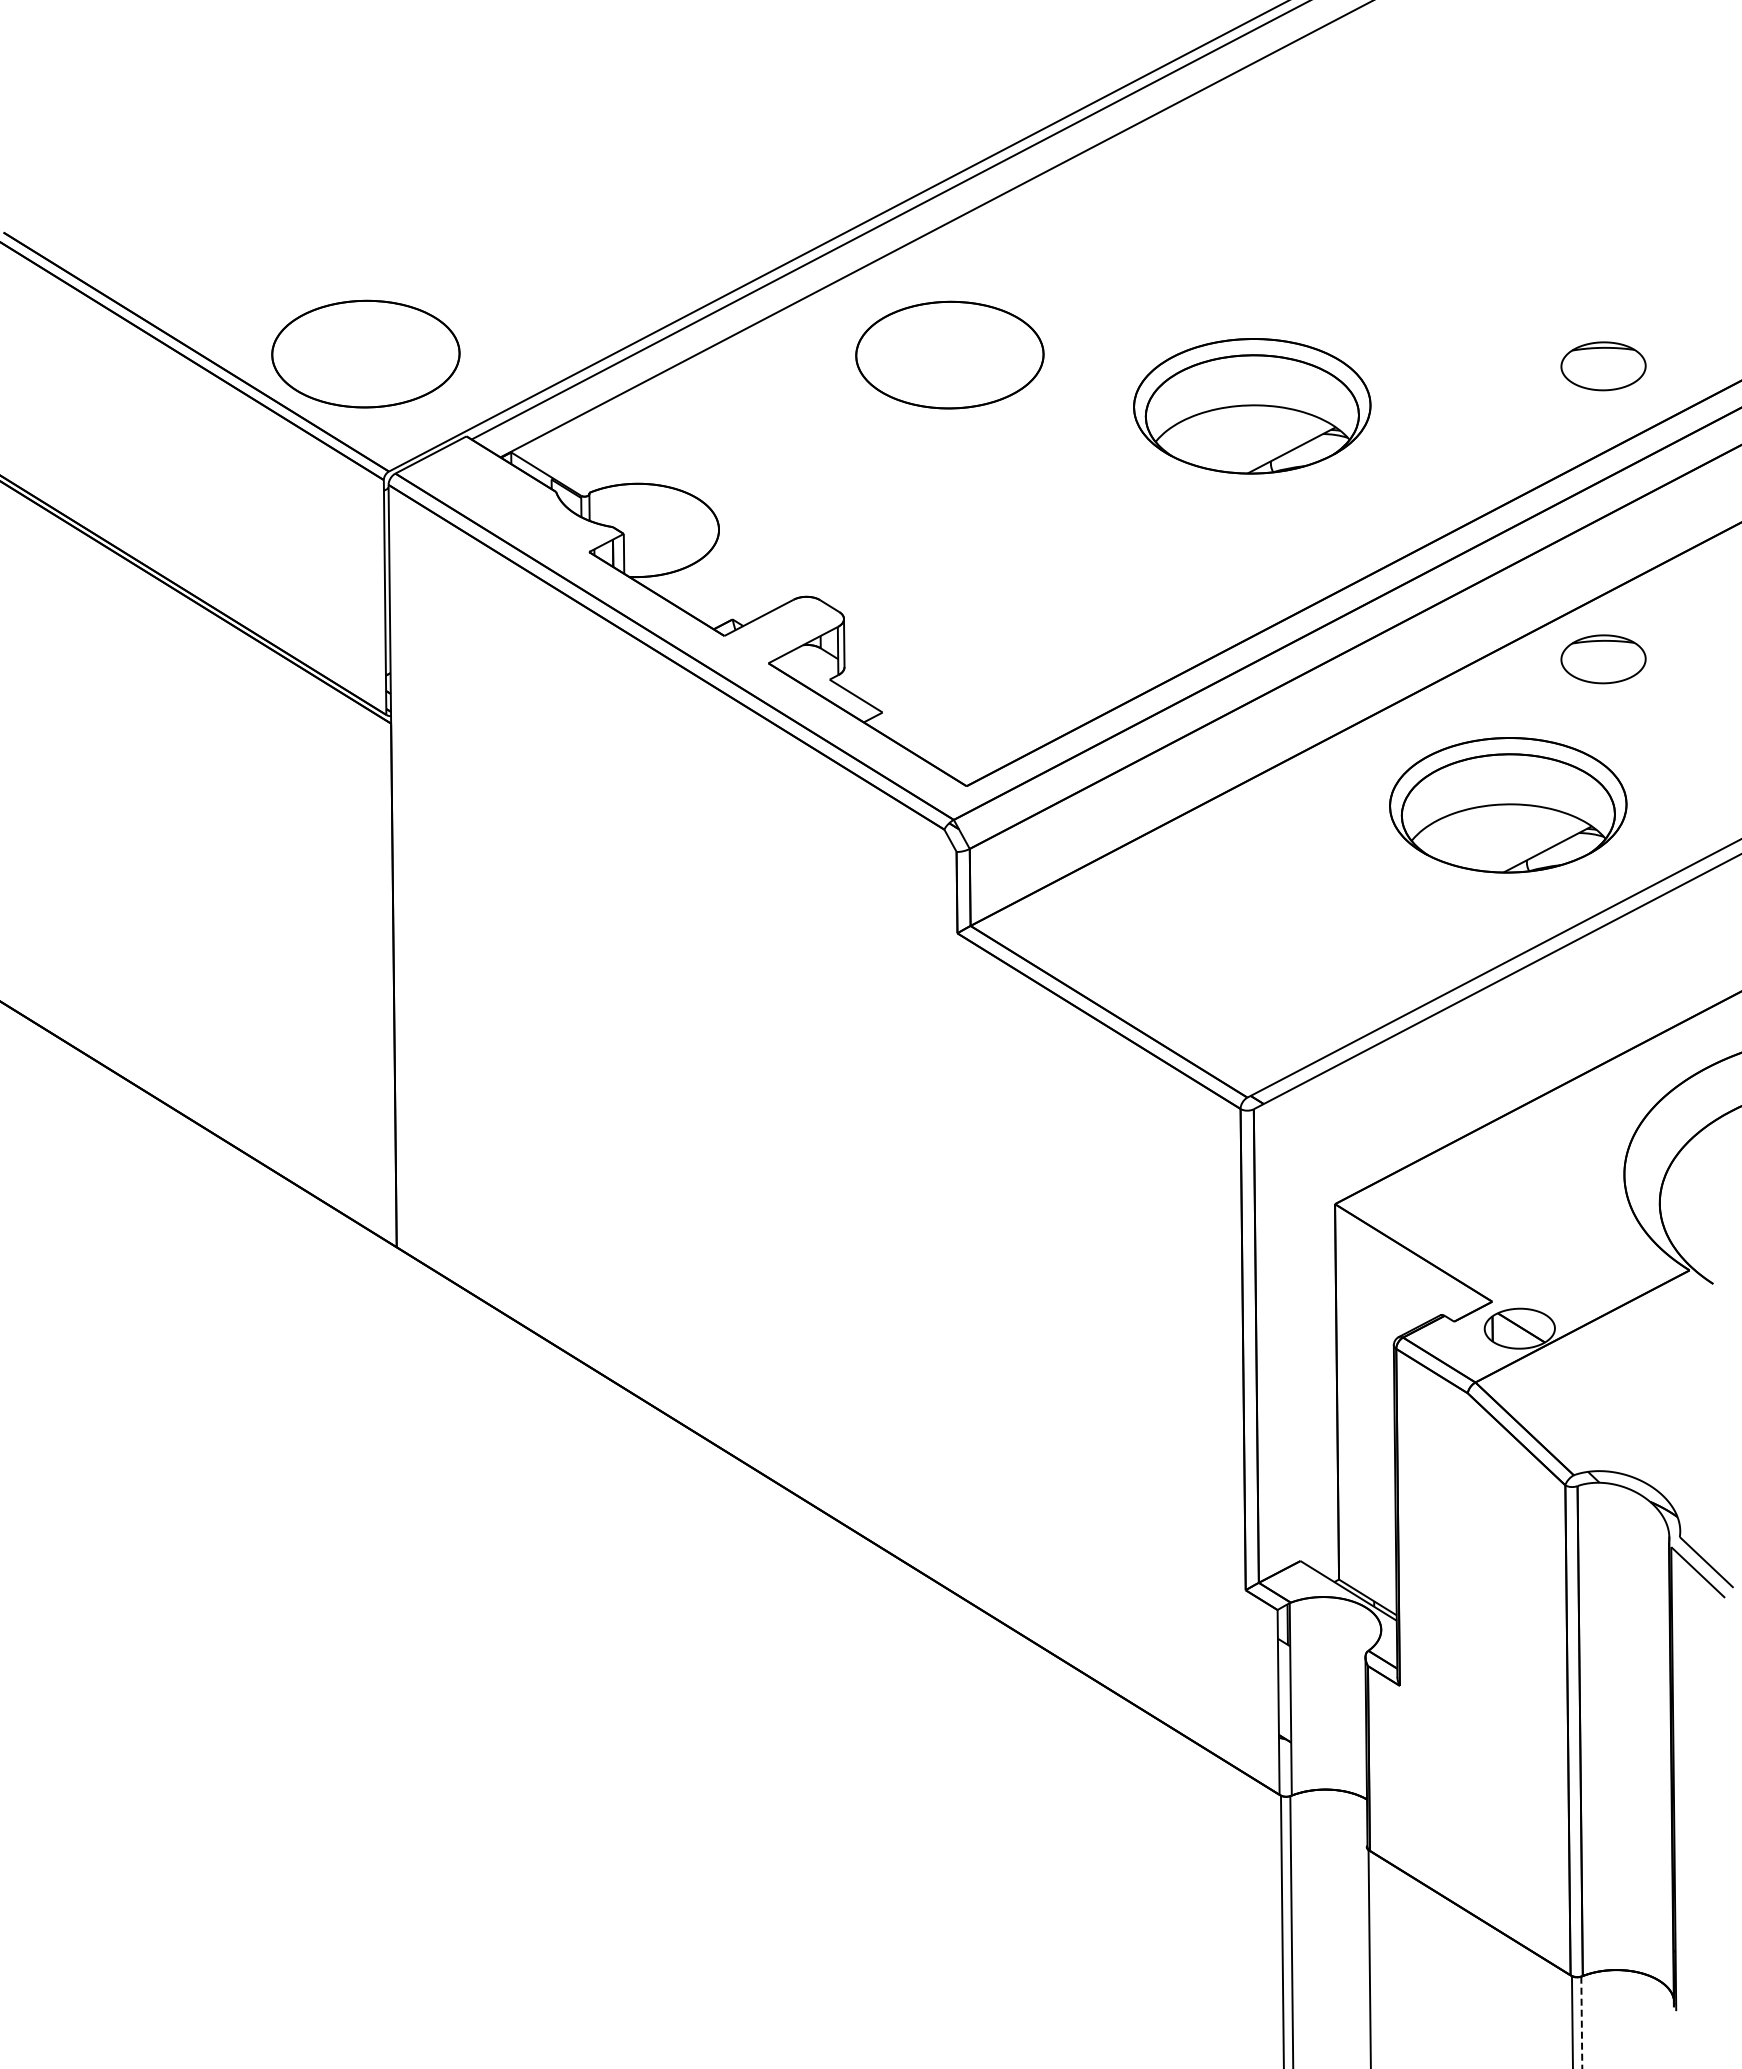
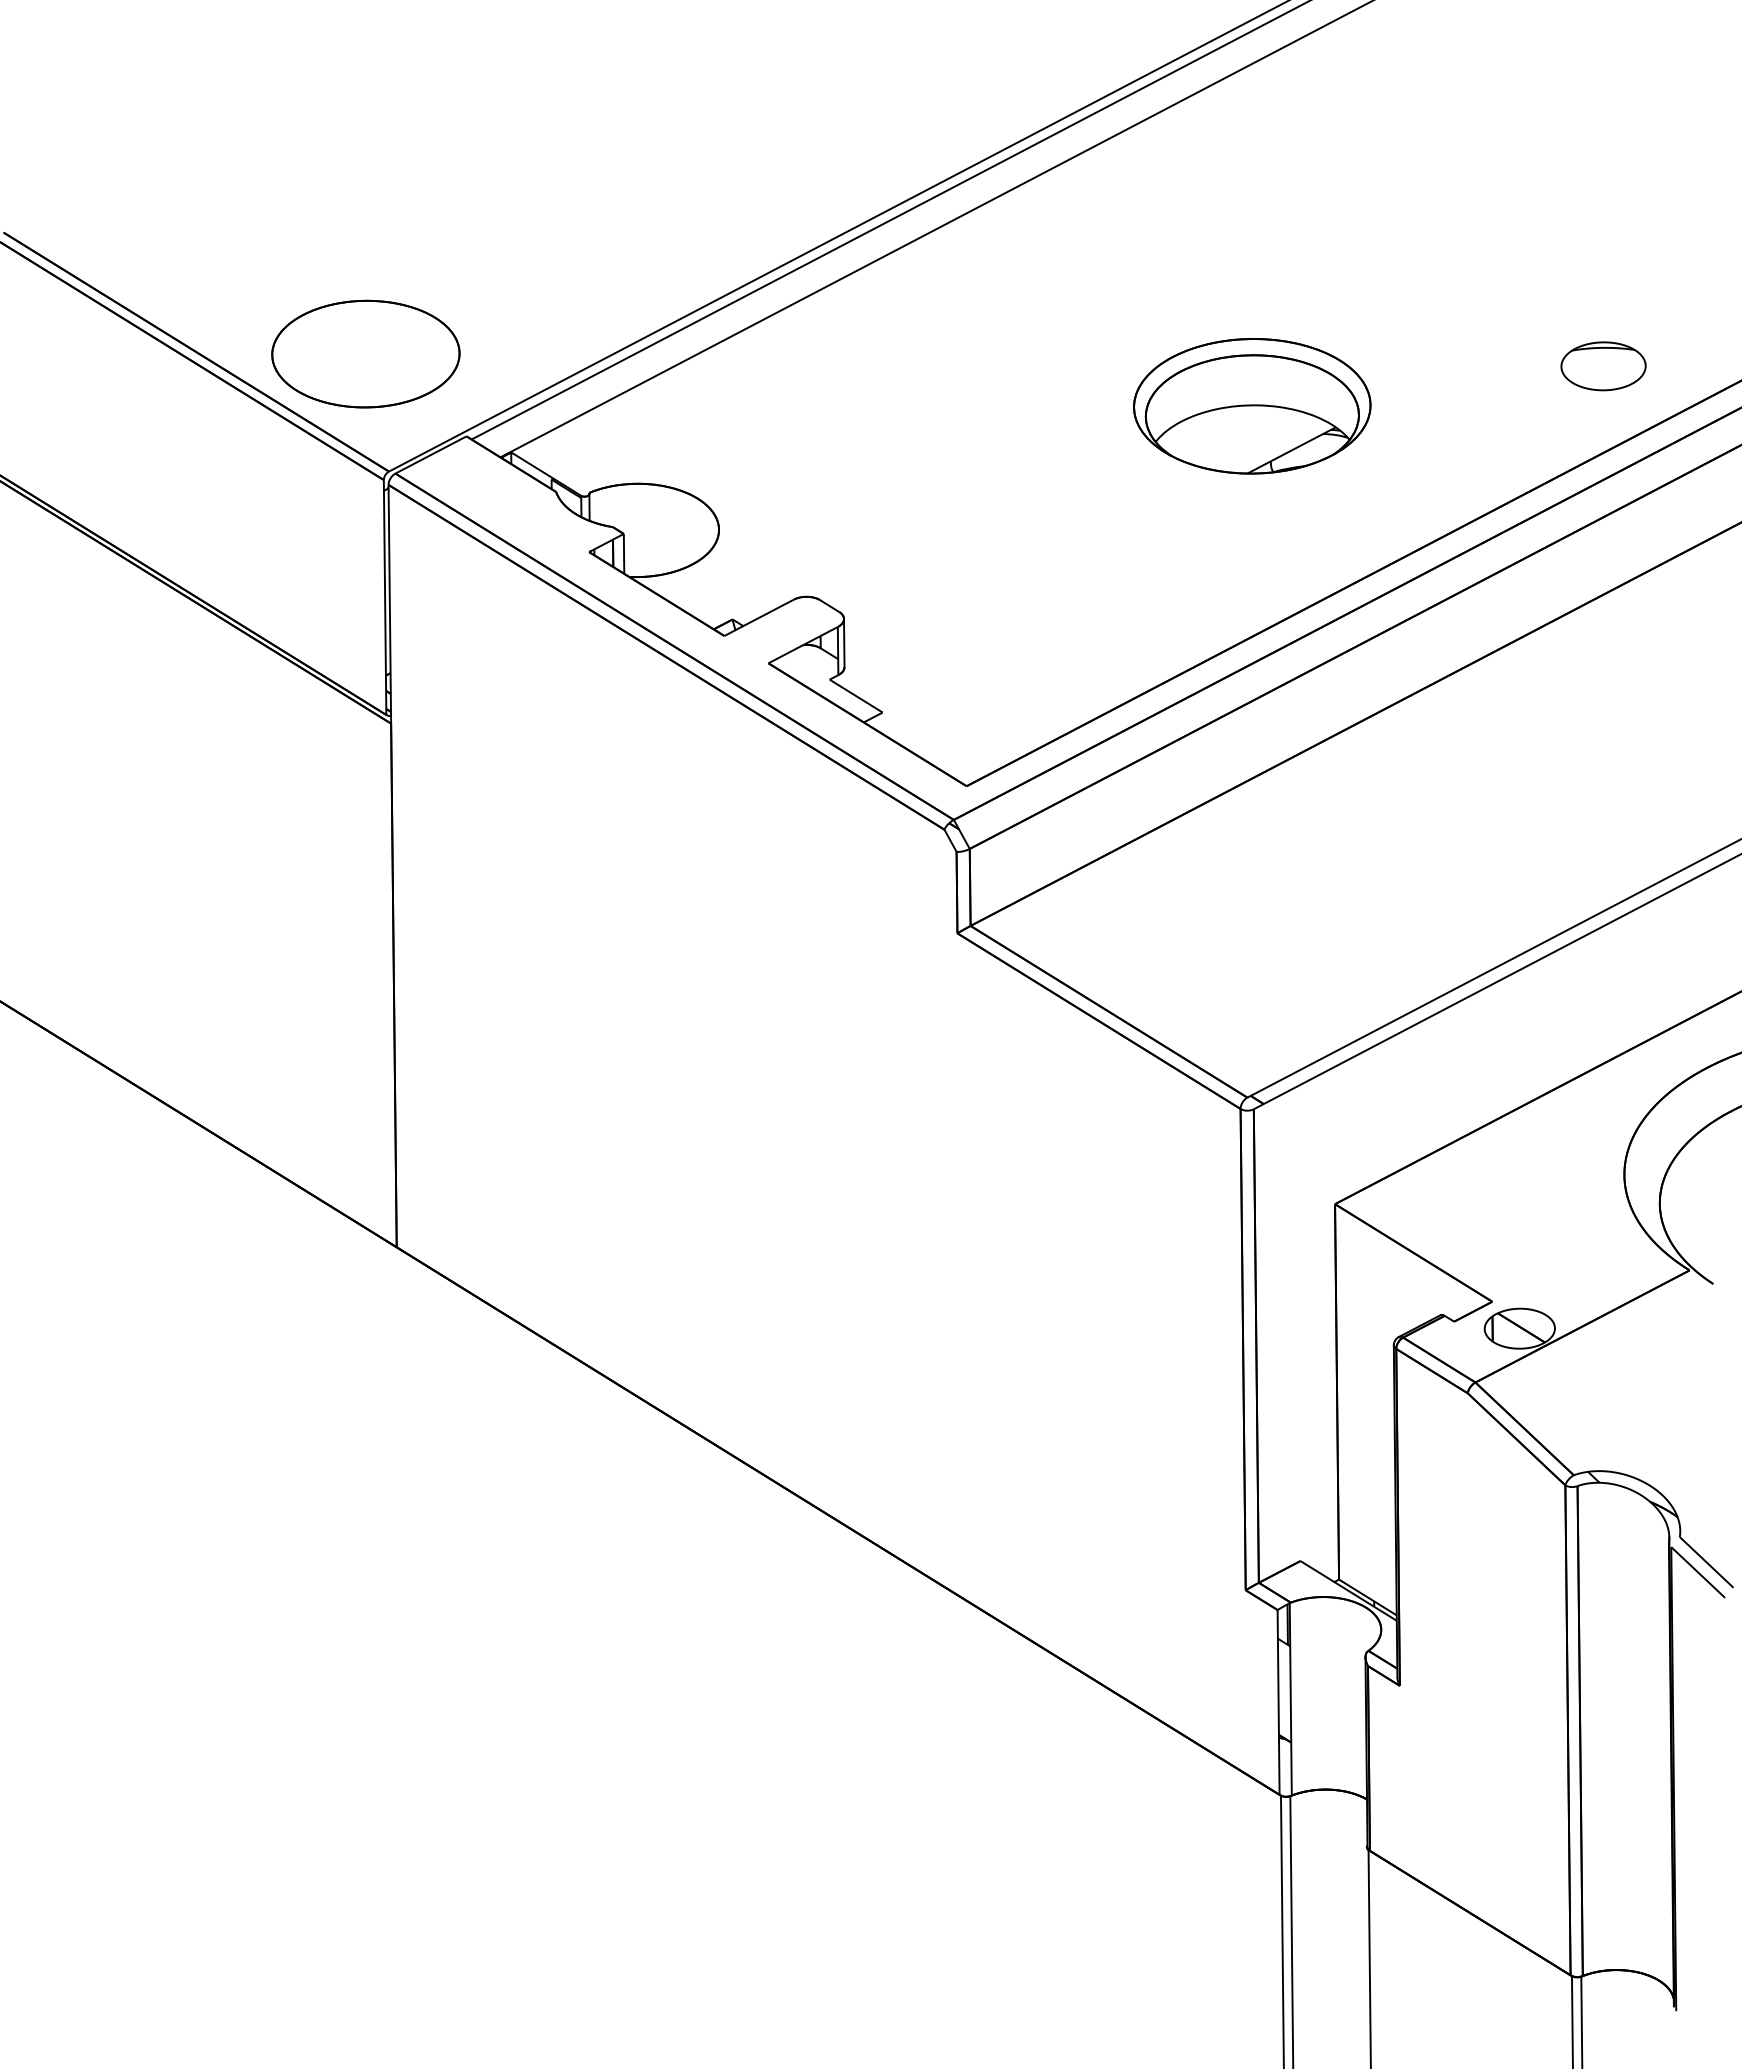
part at (949, 354): present -> none
part at (1603, 659): present -> none
part at (1508, 805): present -> none
line at (1581, 2022): dashed -> solid
